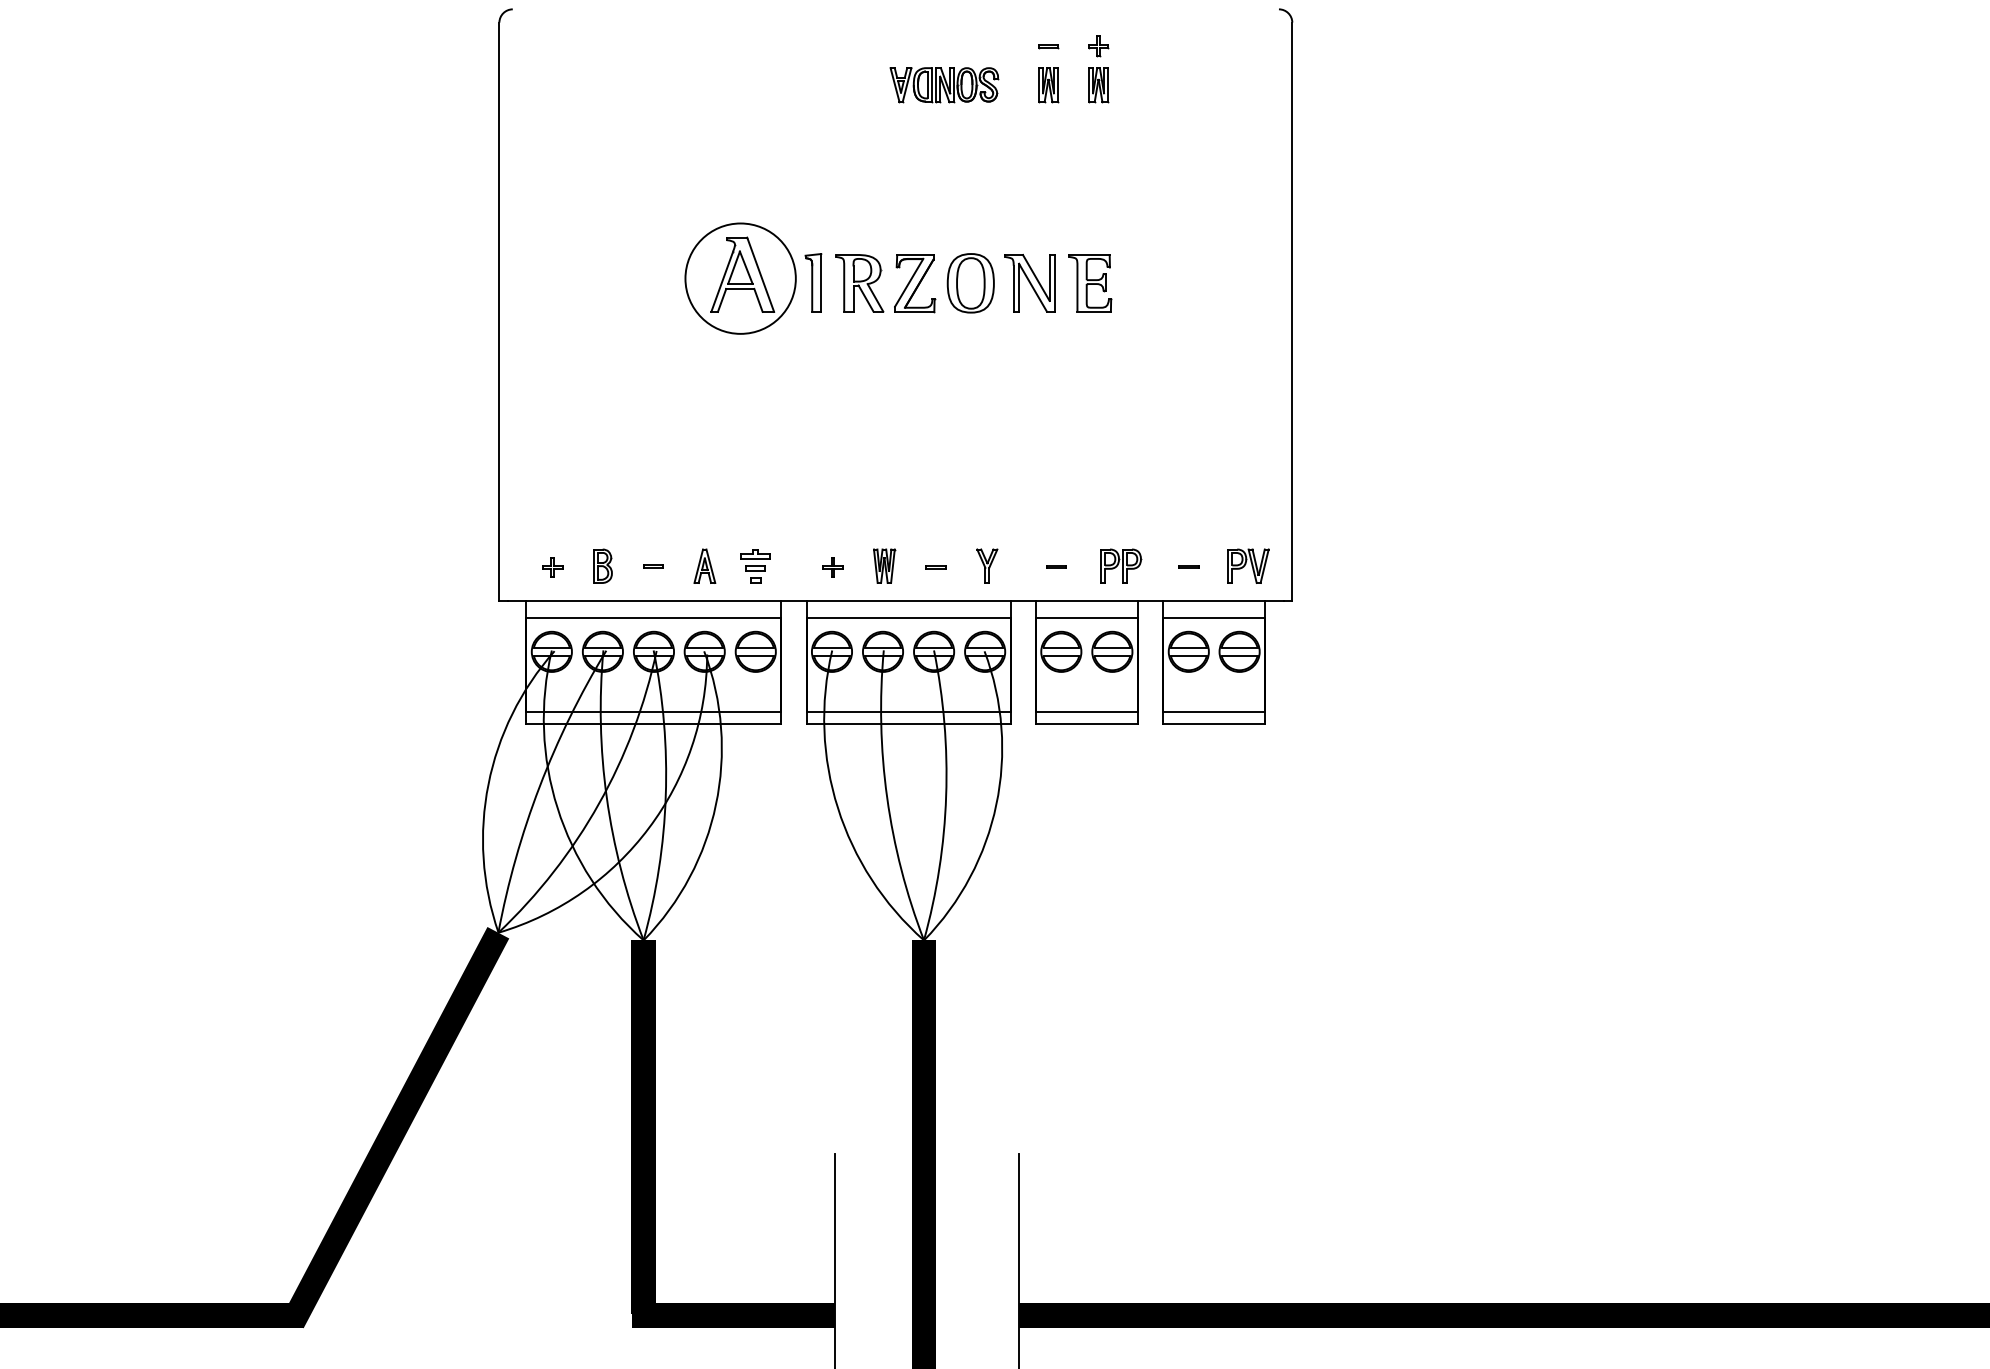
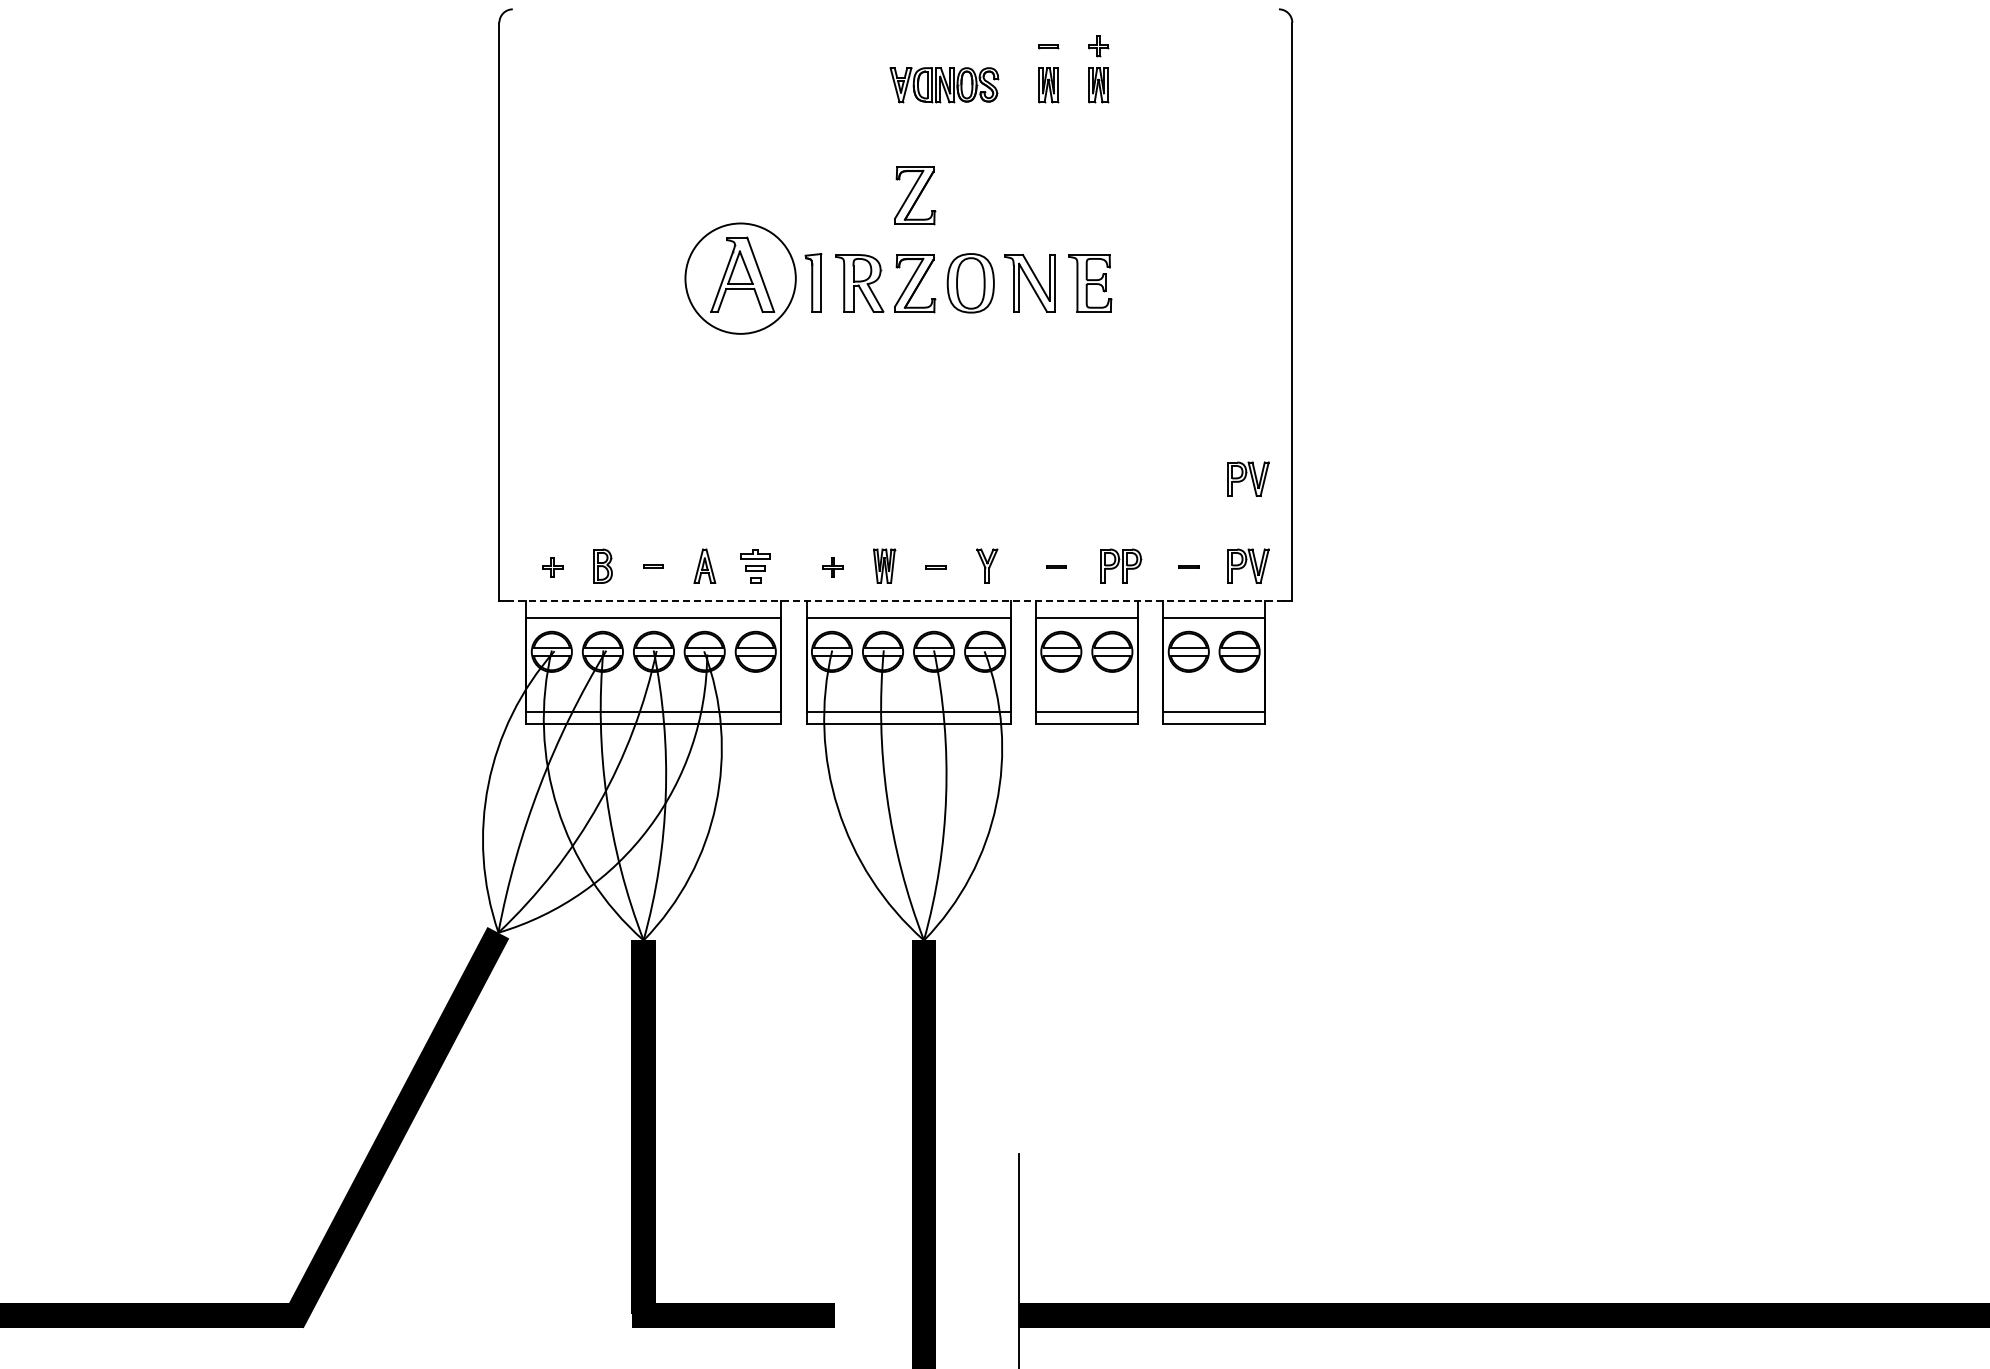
part at (915, 195): none -> present
part at (1248, 478): none -> present
line at (895, 601): solid -> dashed
line at (834, 1259): present -> none
